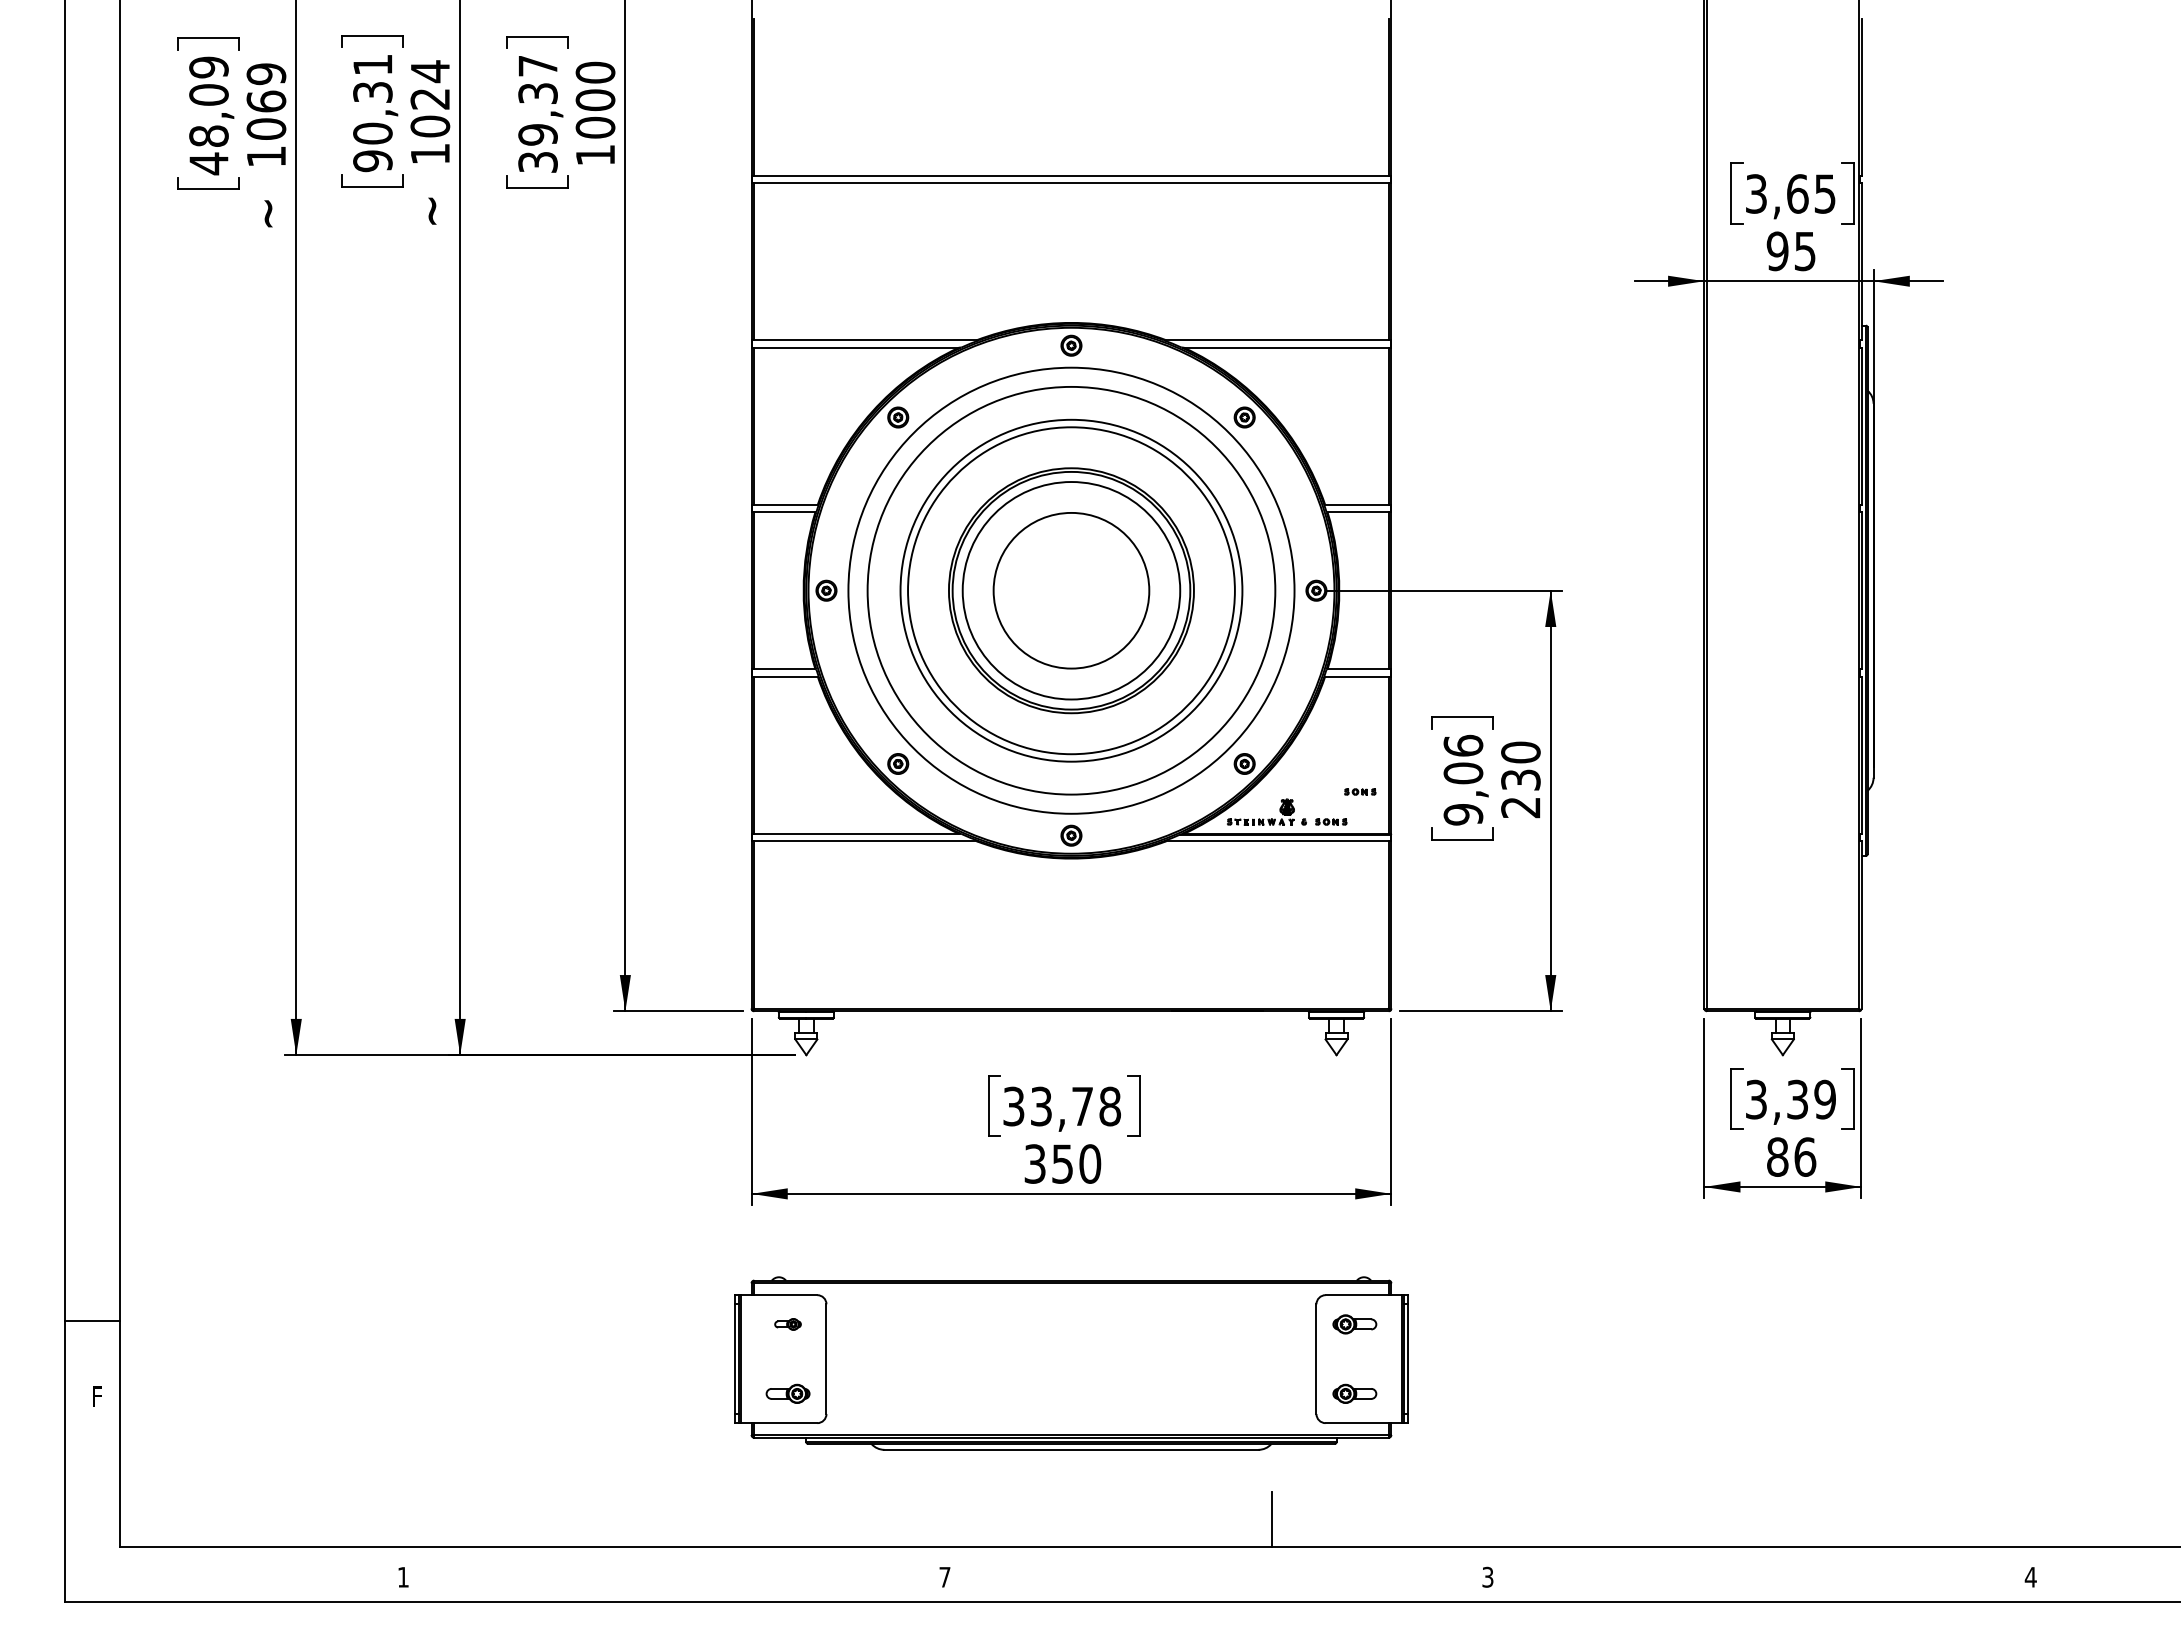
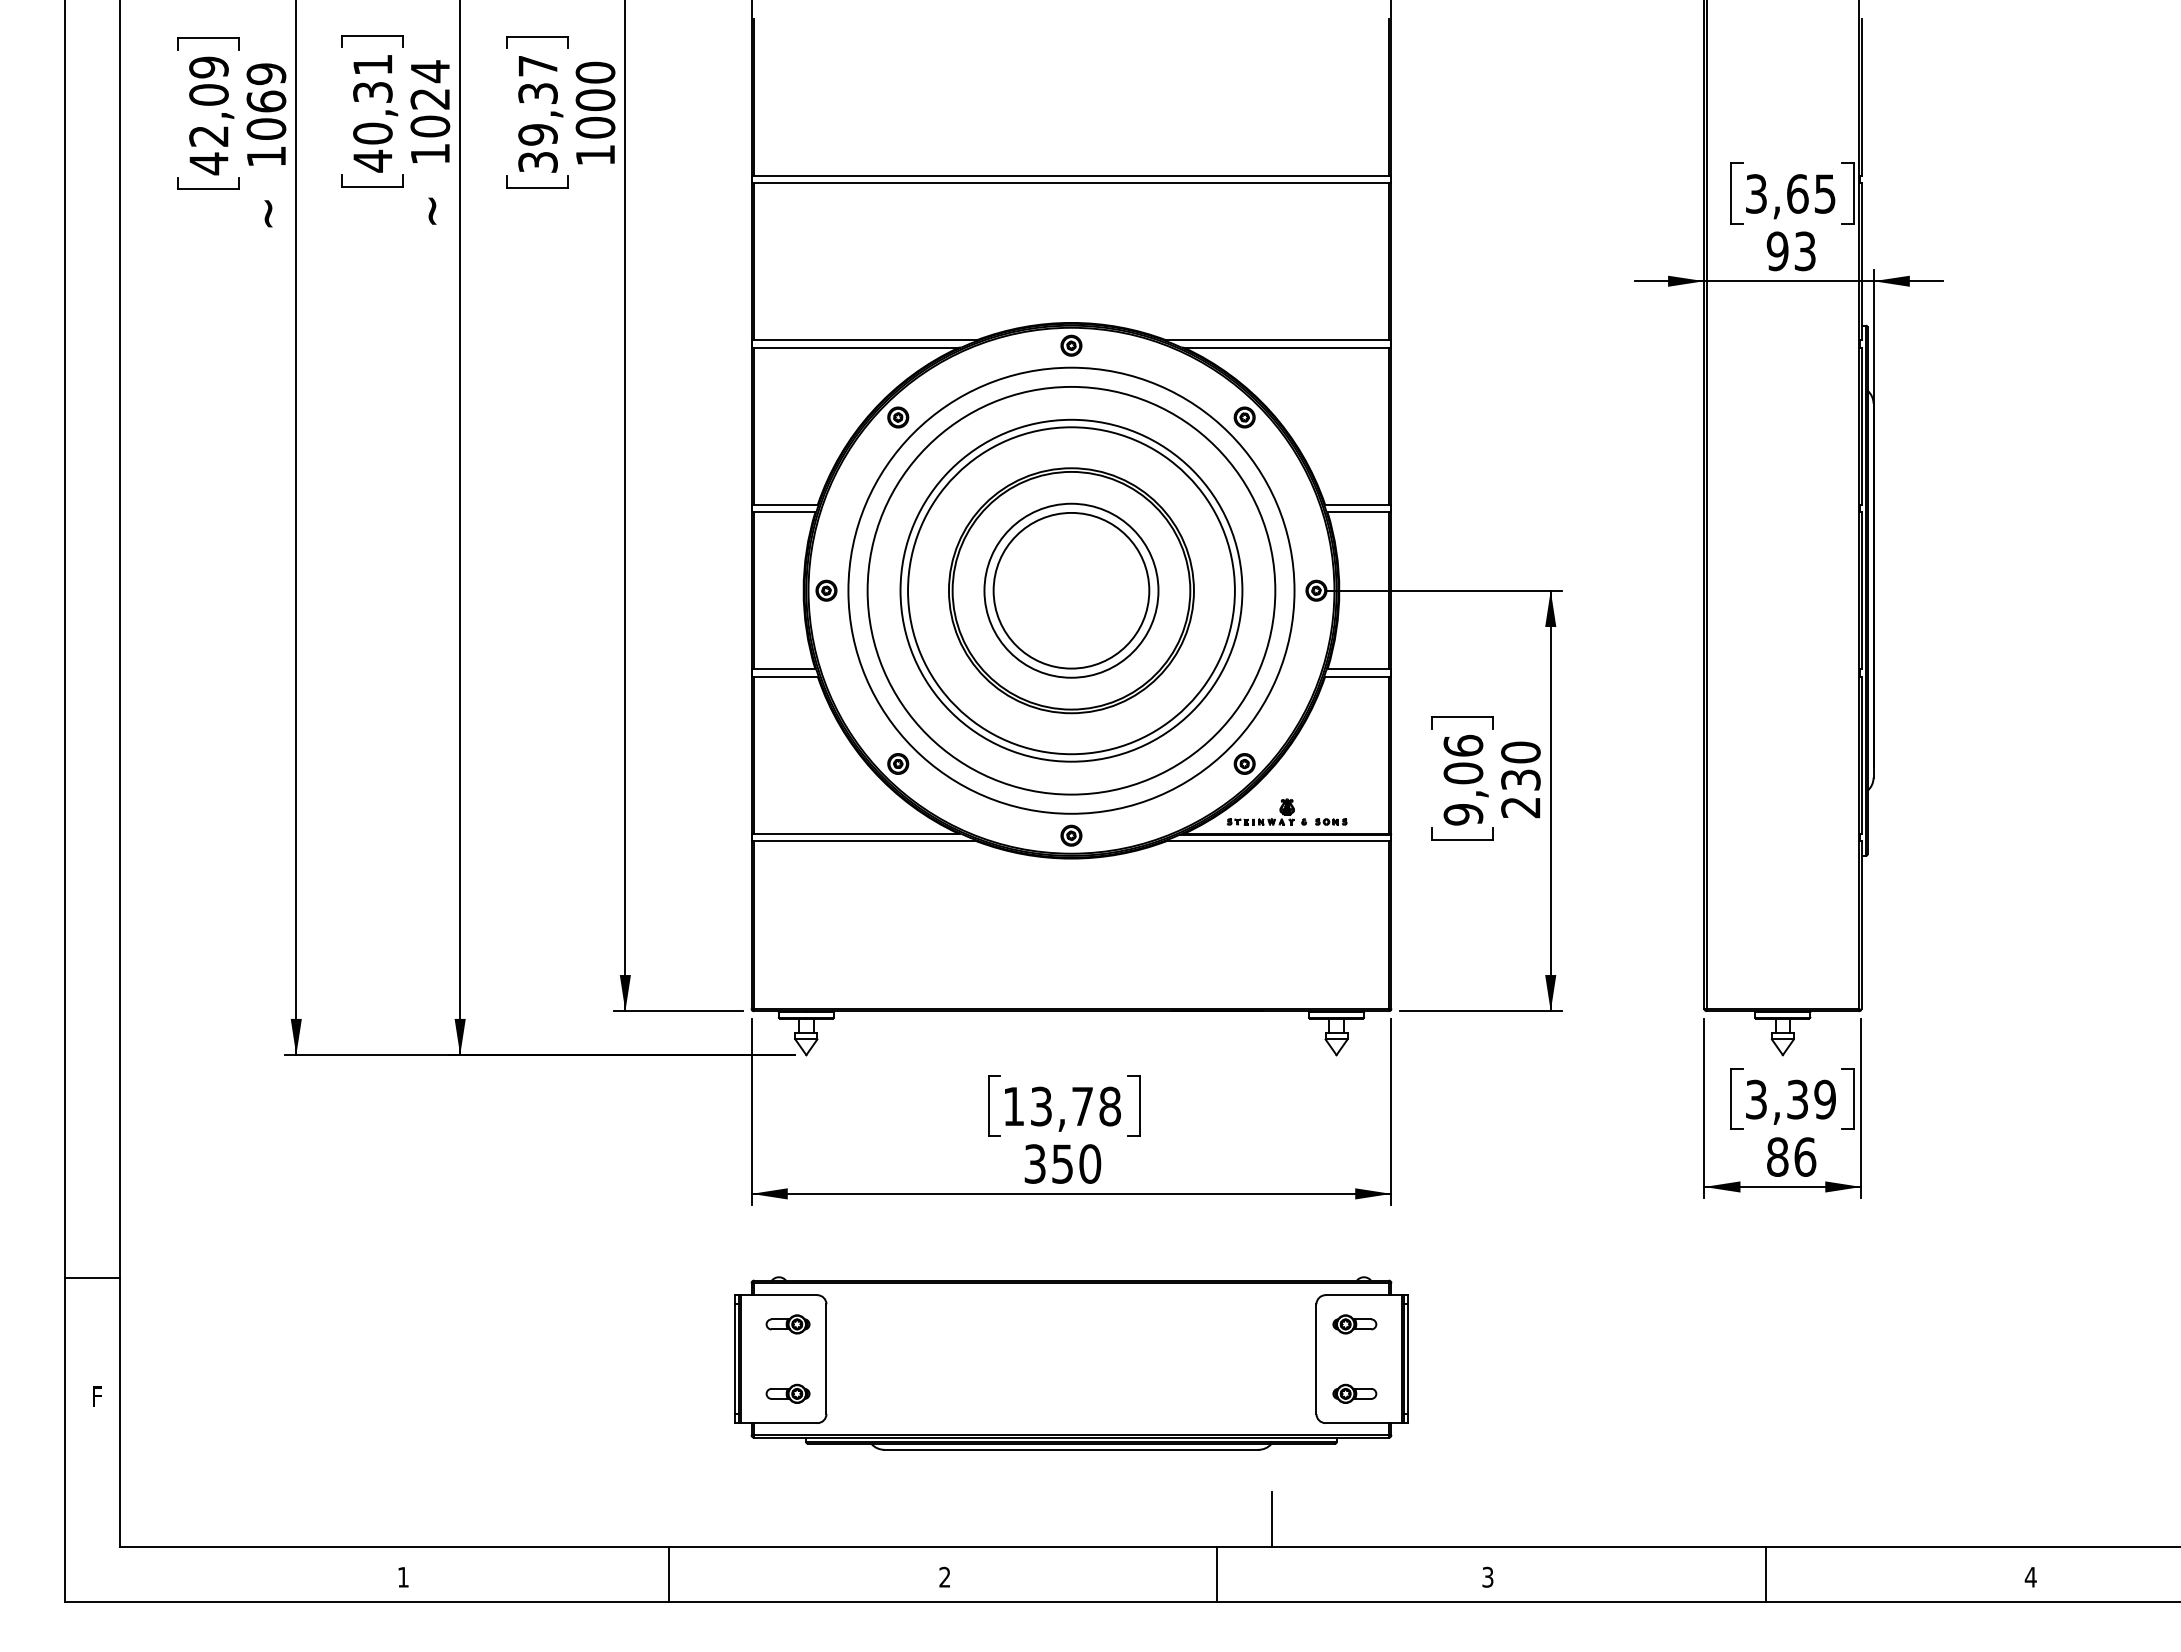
text at (208, 135): 48,09 -> 42,09
text at (372, 160): 90,31 -> 40,31
text at (1805, 250): 95 -> 93
circle at (1071, 590) diameter: 218 px -> 174 px
part at (1360, 791): present -> none
text at (1013, 1106): 33,78 -> 13,78
line at (92, 1321) position: (92, 1321) -> (92, 1278)
part at (787, 1324) size: 28x13 px -> 46x21 px
line at (668, 1574): none -> present
line at (1217, 1574): none -> present
line at (1765, 1574): none -> present
text at (944, 1576): 7 -> 2
